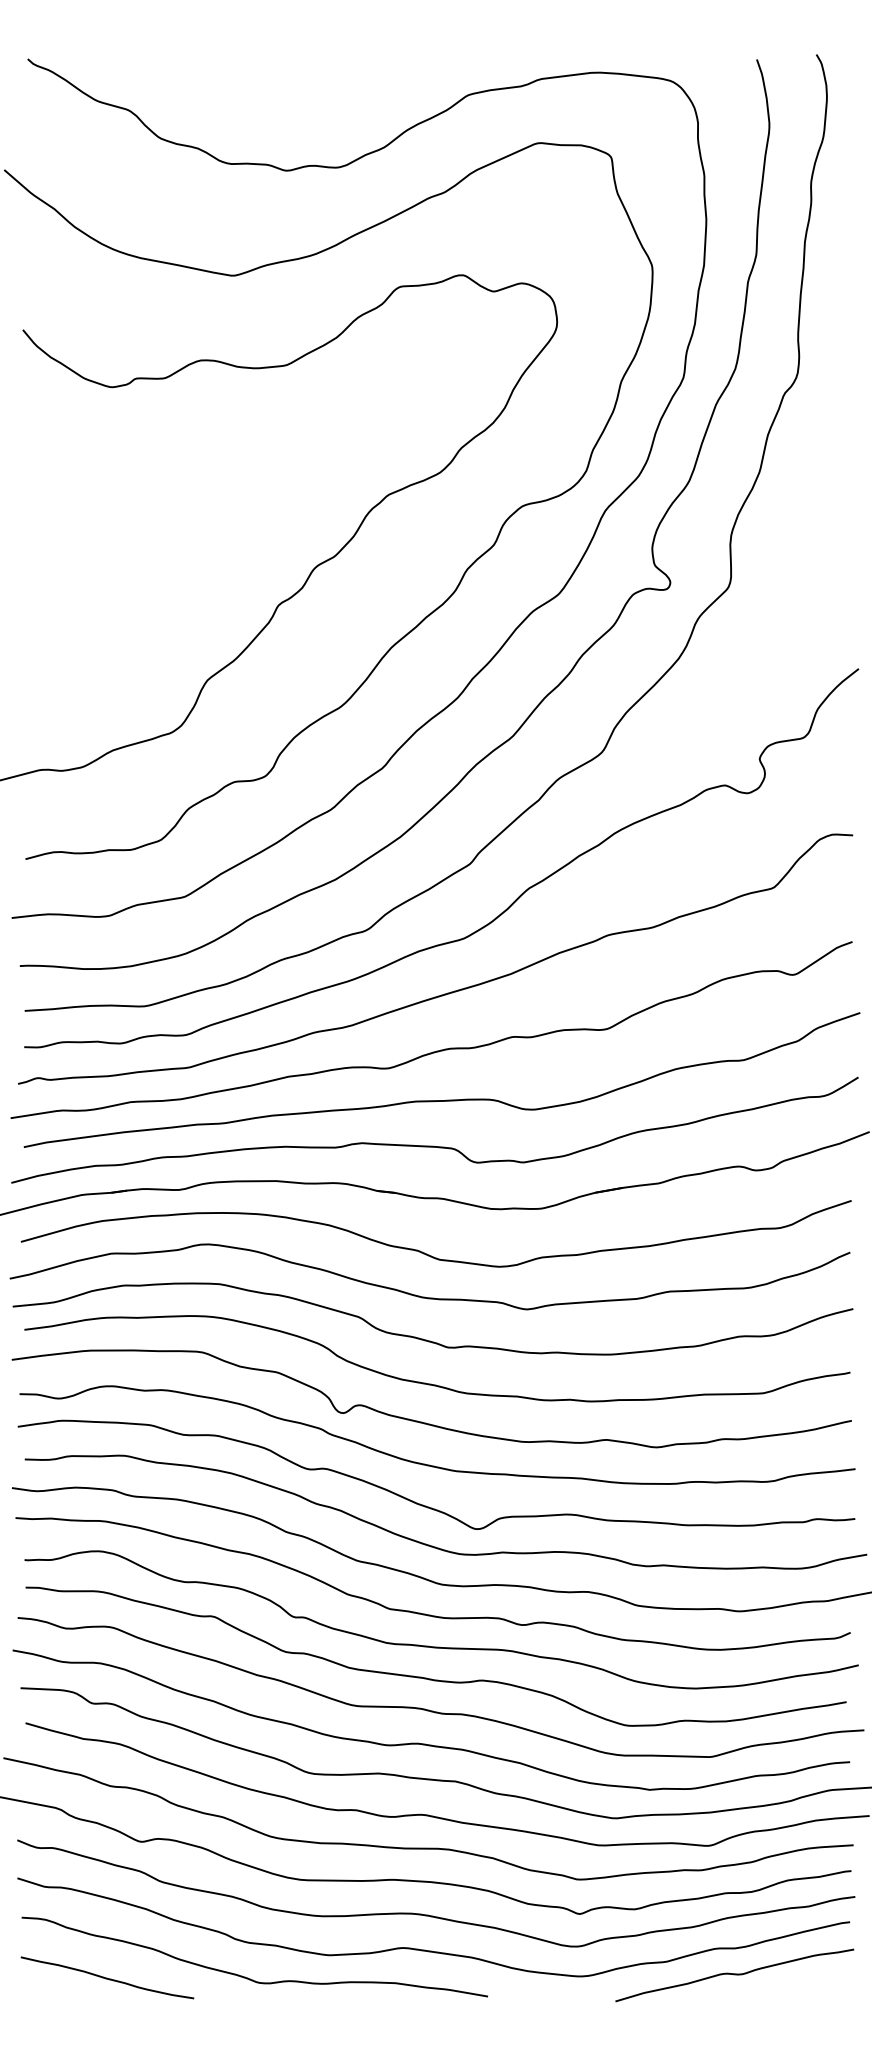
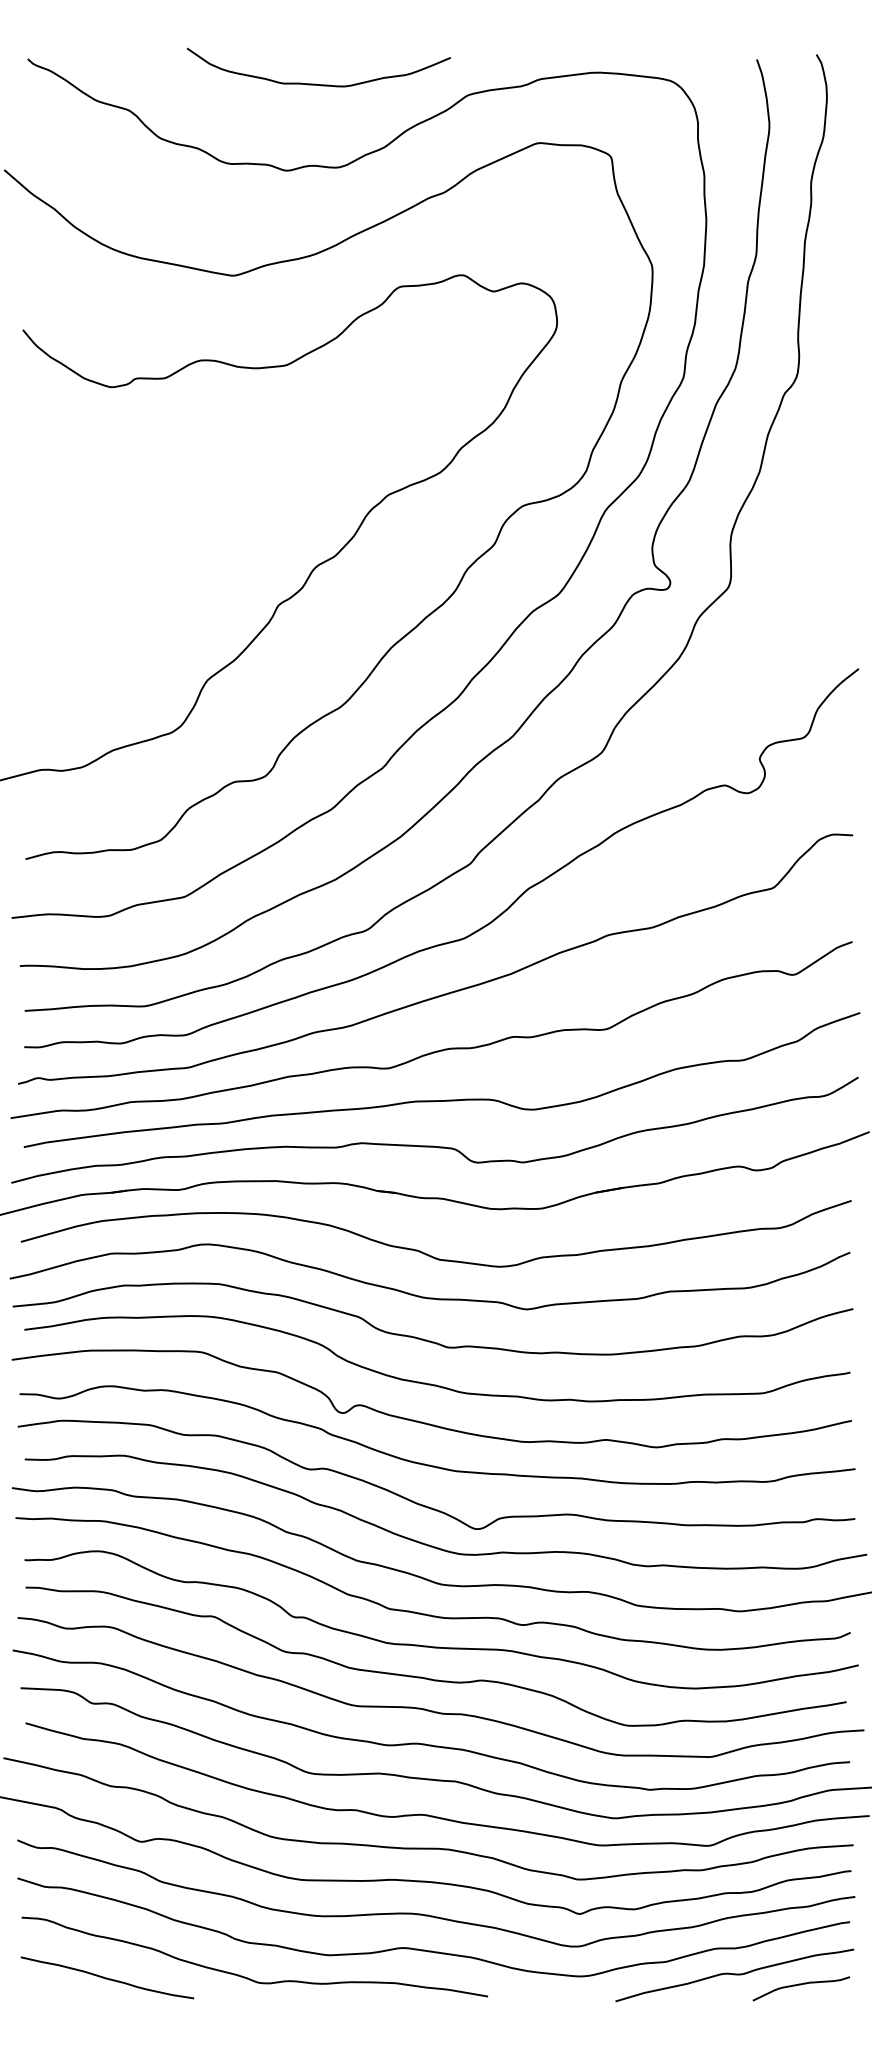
curve at (315, 83): none -> present
curve at (801, 1985): none -> present
